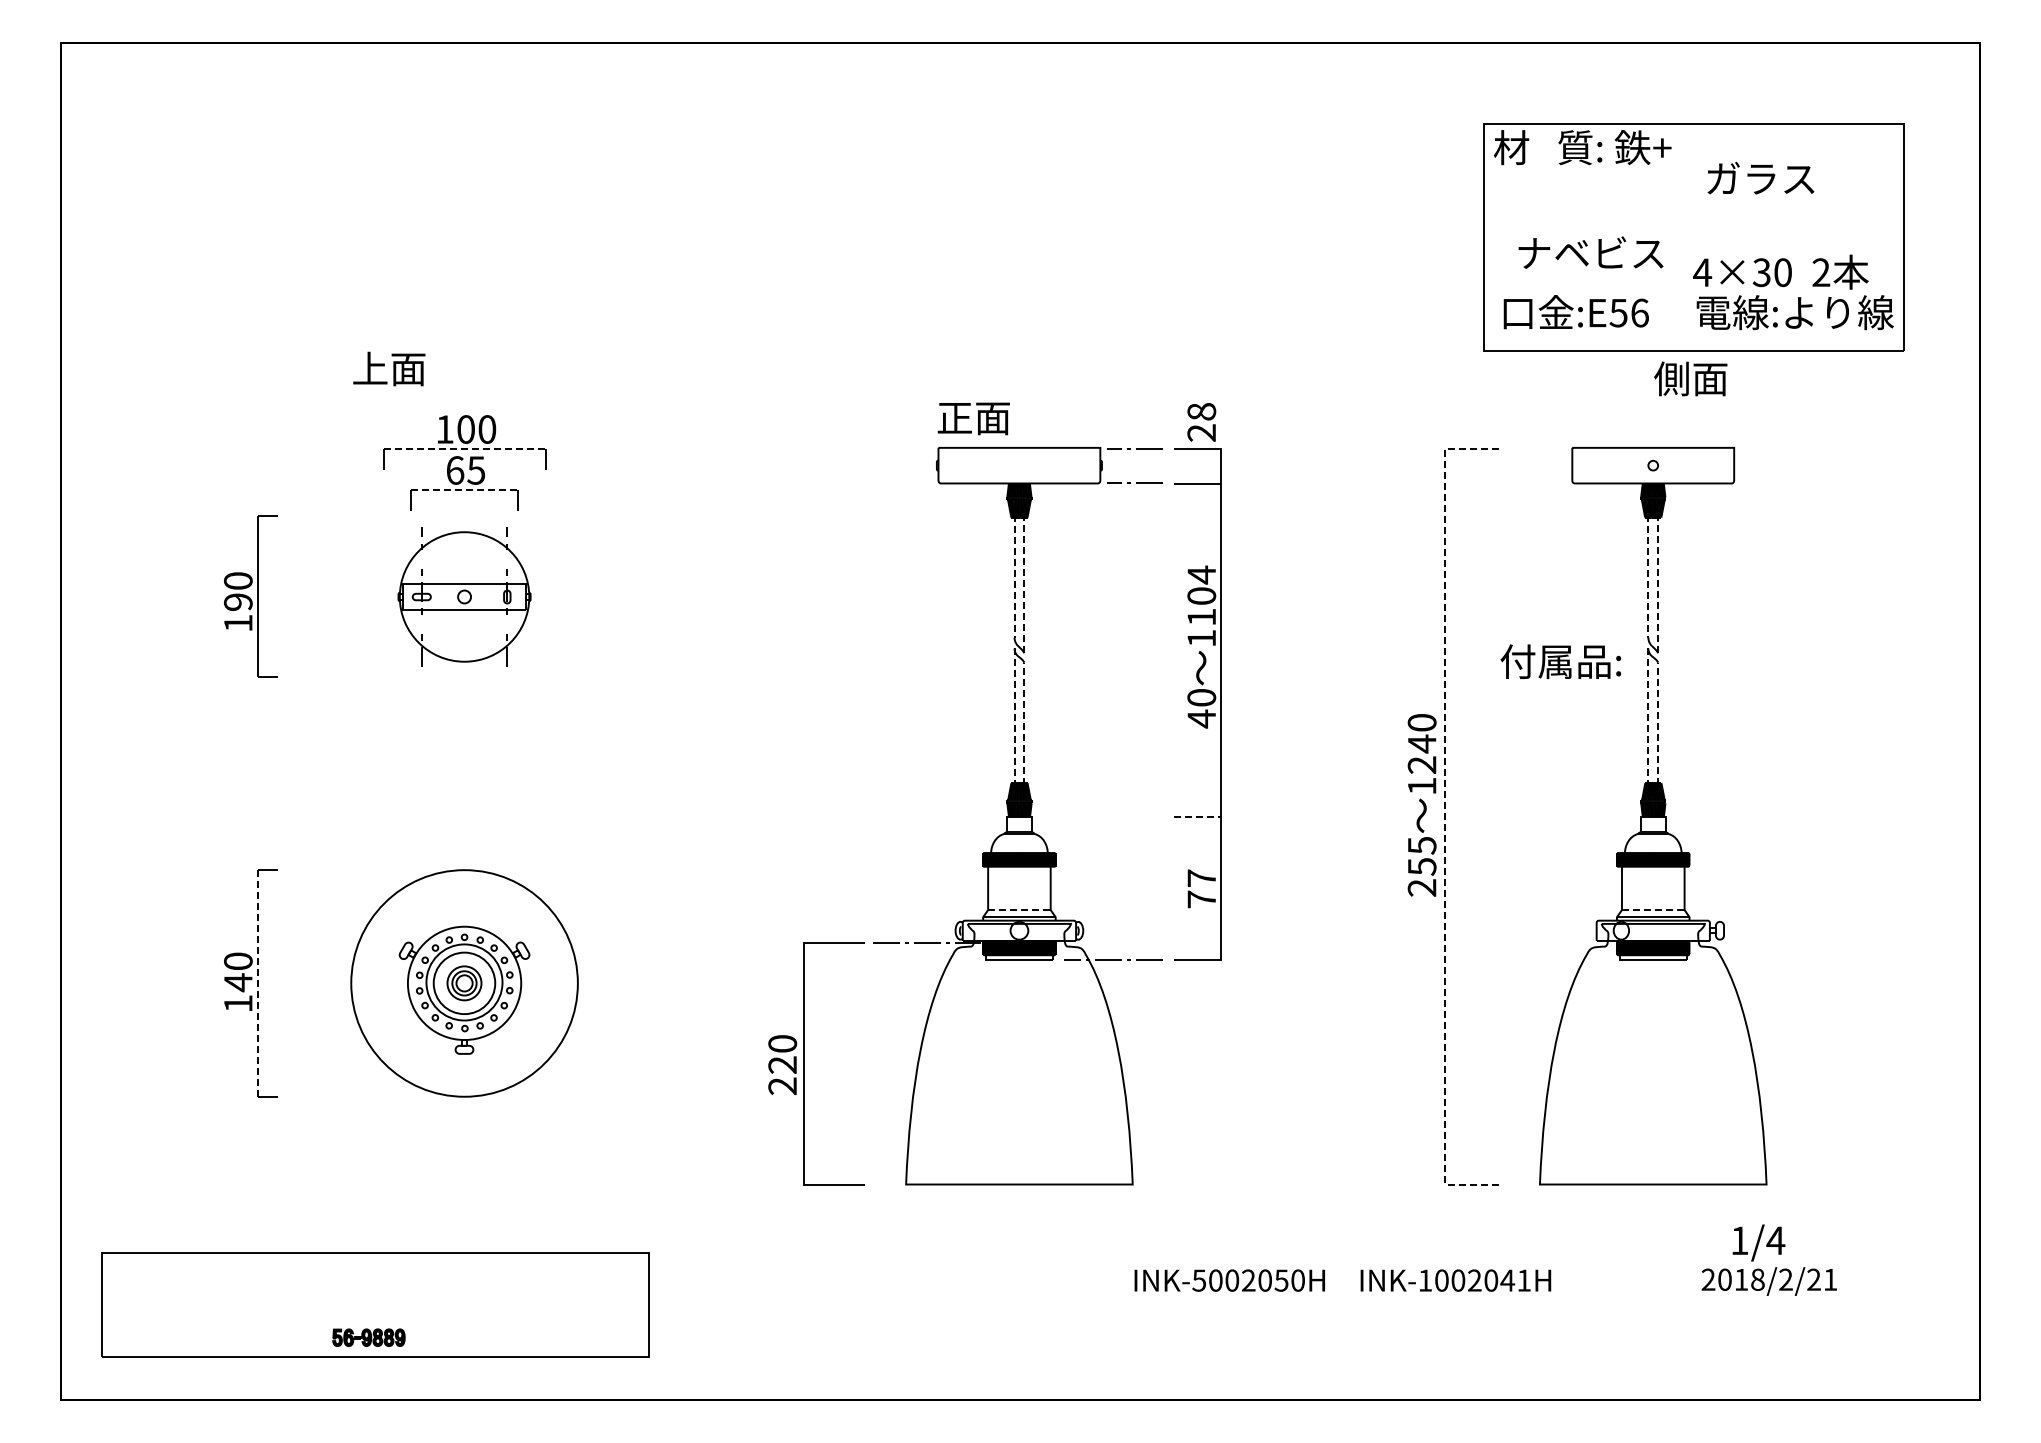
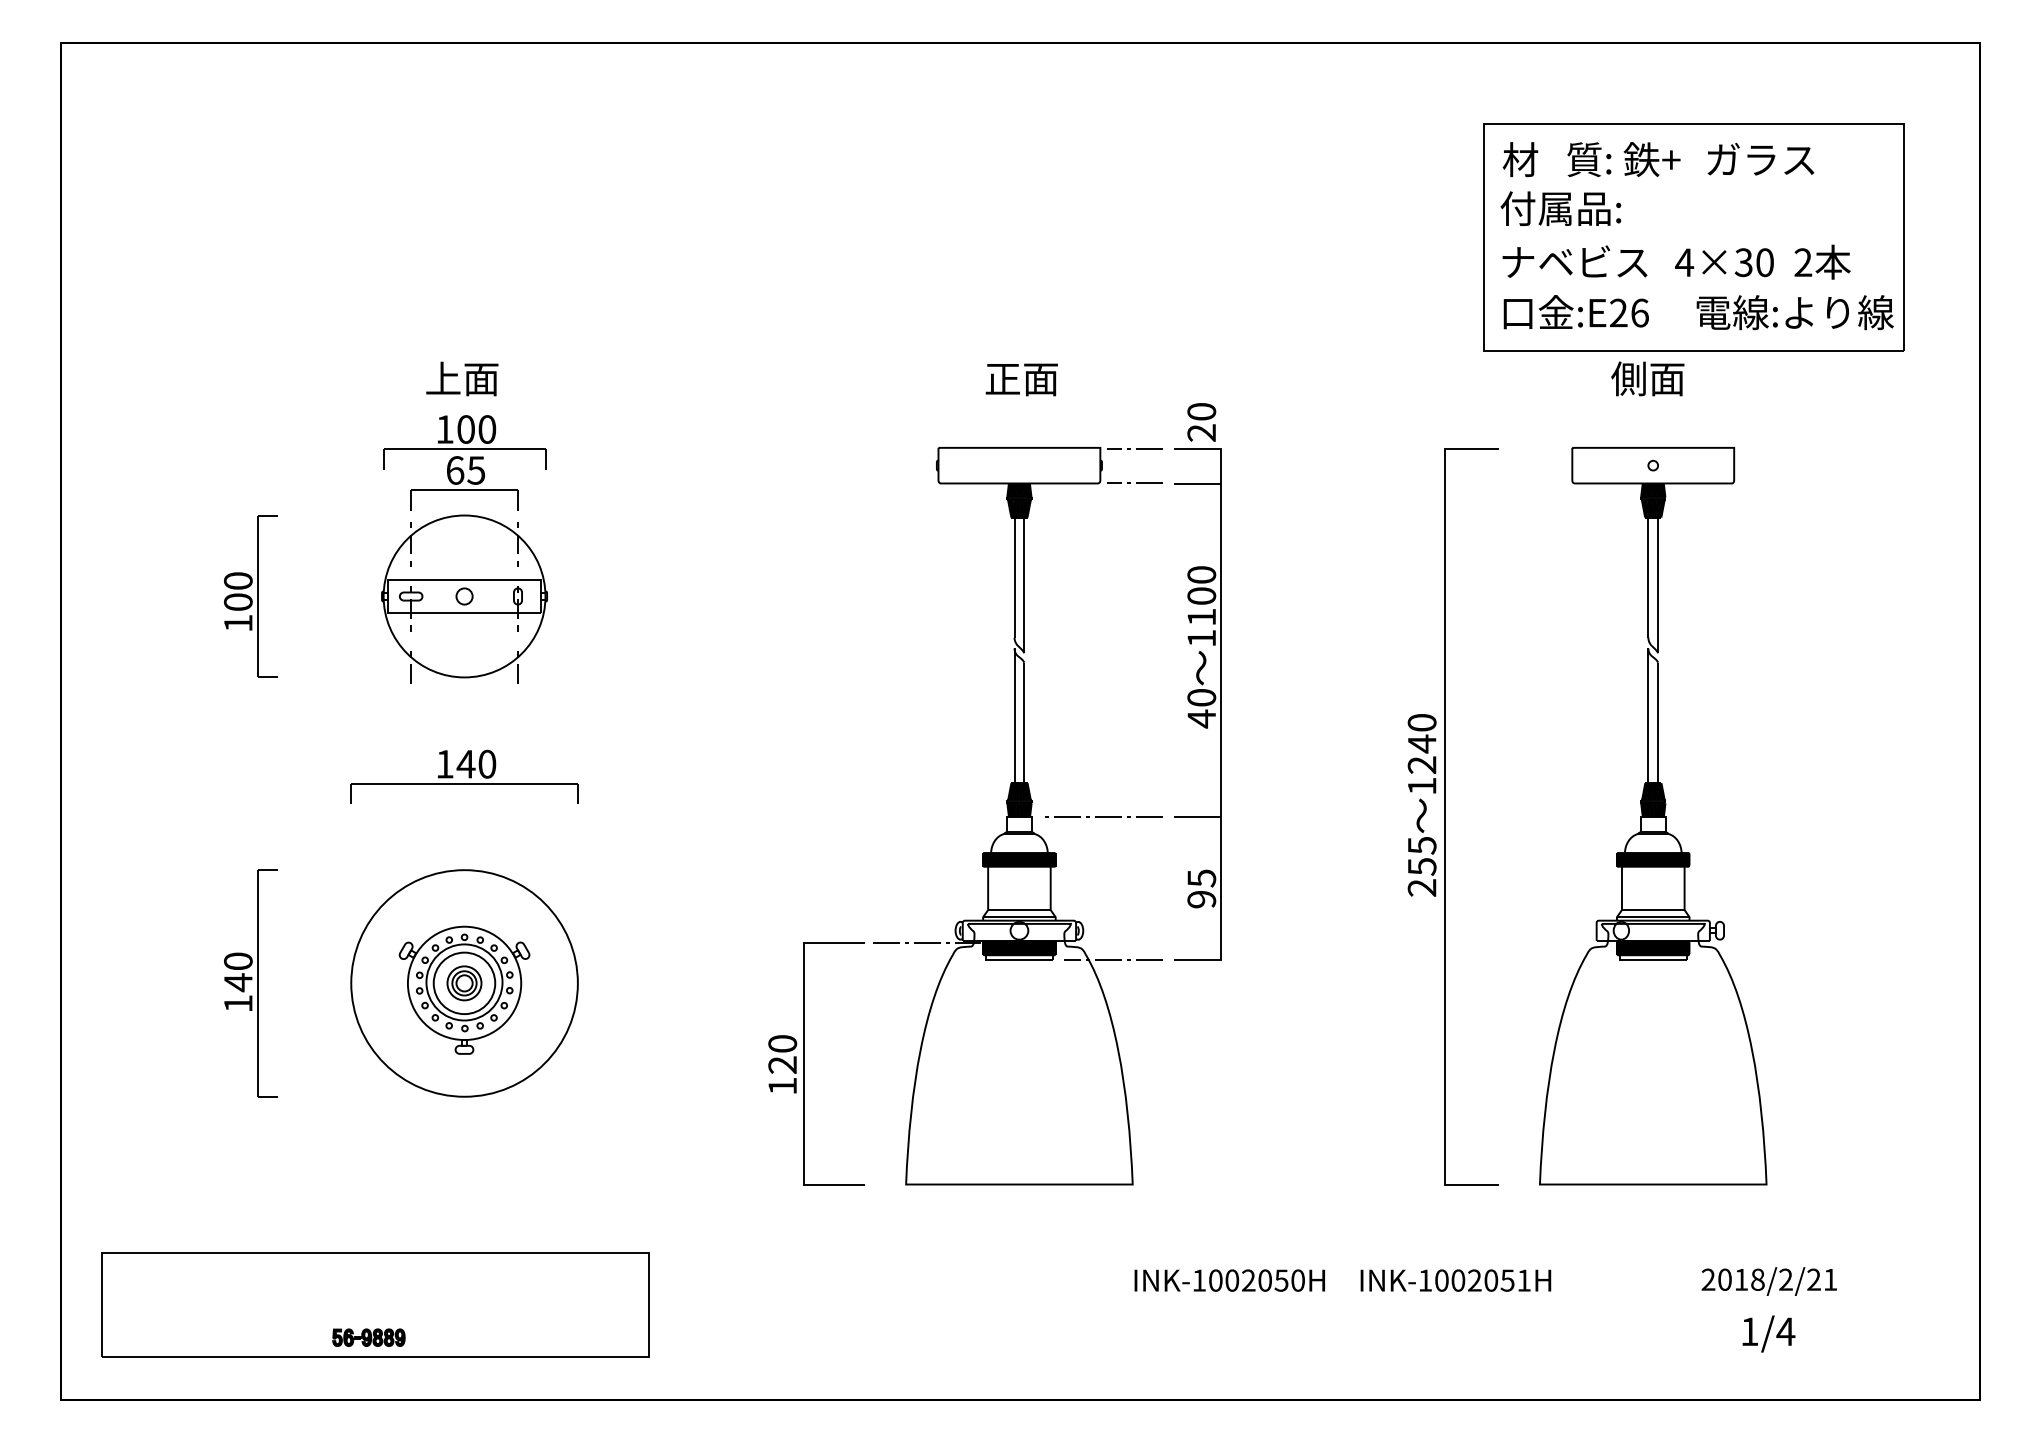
text at (1582, 147) position: (1582, 147) -> (1591, 159)
text at (1760, 177) position: (1760, 177) -> (1760, 158)
text at (1590, 252) position: (1590, 252) -> (1574, 261)
text at (1780, 271) position: (1780, 271) -> (1762, 261)
text at (1618, 312): :E56 -> :E26
text at (389, 368) position: (389, 368) -> (462, 378)
text at (1690, 378) position: (1690, 378) -> (1647, 378)
text at (1201, 411): 28 -> 20
text at (973, 418) position: (973, 418) -> (1021, 379)
line at (464, 449): dashed -> solid
line at (465, 490): dashed -> solid
line at (1024, 518): dashed -> solid
line at (1658, 518): dashed -> solid
text at (1201, 574): 1104 -> 1100
part at (464, 596) size: 135x140 px -> 167x170 px
text at (238, 601): 190 -> 100
text at (1560, 661) position: (1560, 661) -> (1560, 208)
part at (464, 776): none -> present
line at (1014, 782): dashed -> solid
line at (1648, 782): dashed -> solid
line at (1103, 816): none -> present
line at (1445, 816): dashed -> solid
line at (1197, 817): dashed -> solid
text at (1201, 888): 77 -> 95
line at (1019, 910): dashed -> solid
line at (1653, 910): dashed -> solid
line at (257, 982): dashed -> solid
text at (782, 1086): 220 -> 120
text at (1758, 1242) position: (1758, 1242) -> (1768, 1333)
text at (1198, 1280): INK-5002050H -> INK-1002050H
text at (1507, 1280): INK-1002041H -> INK-1002051H
